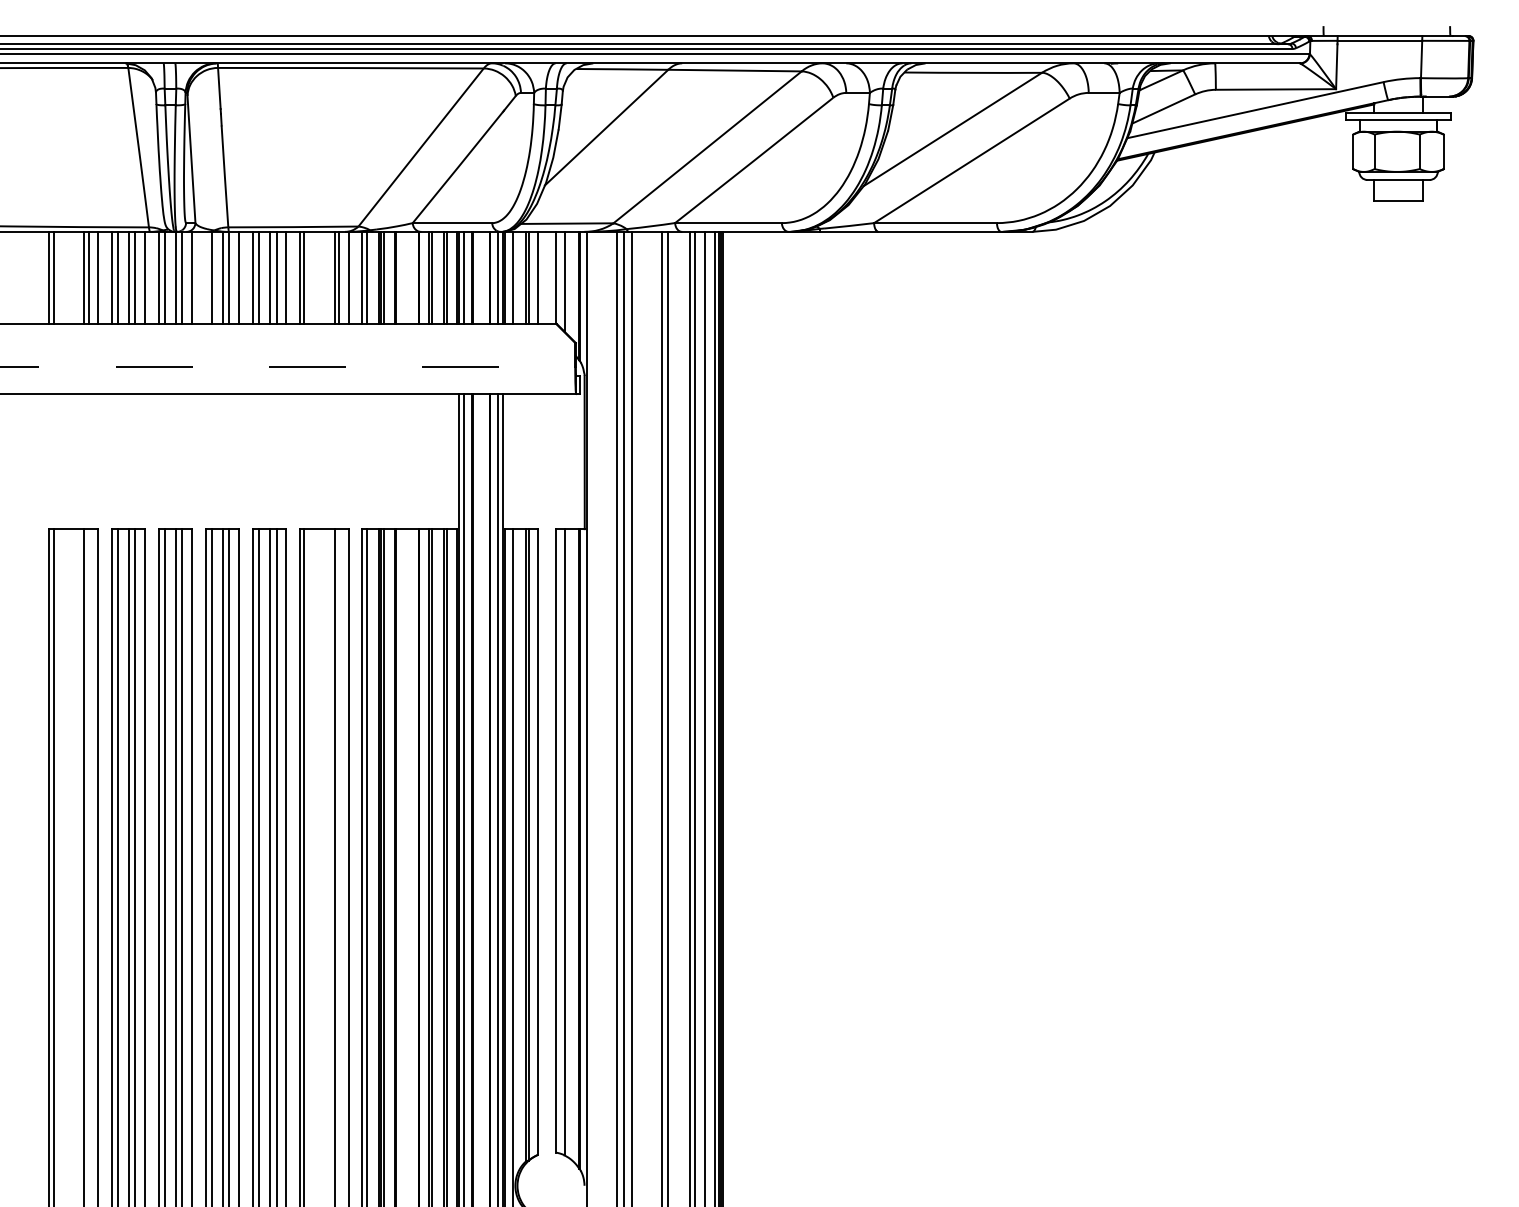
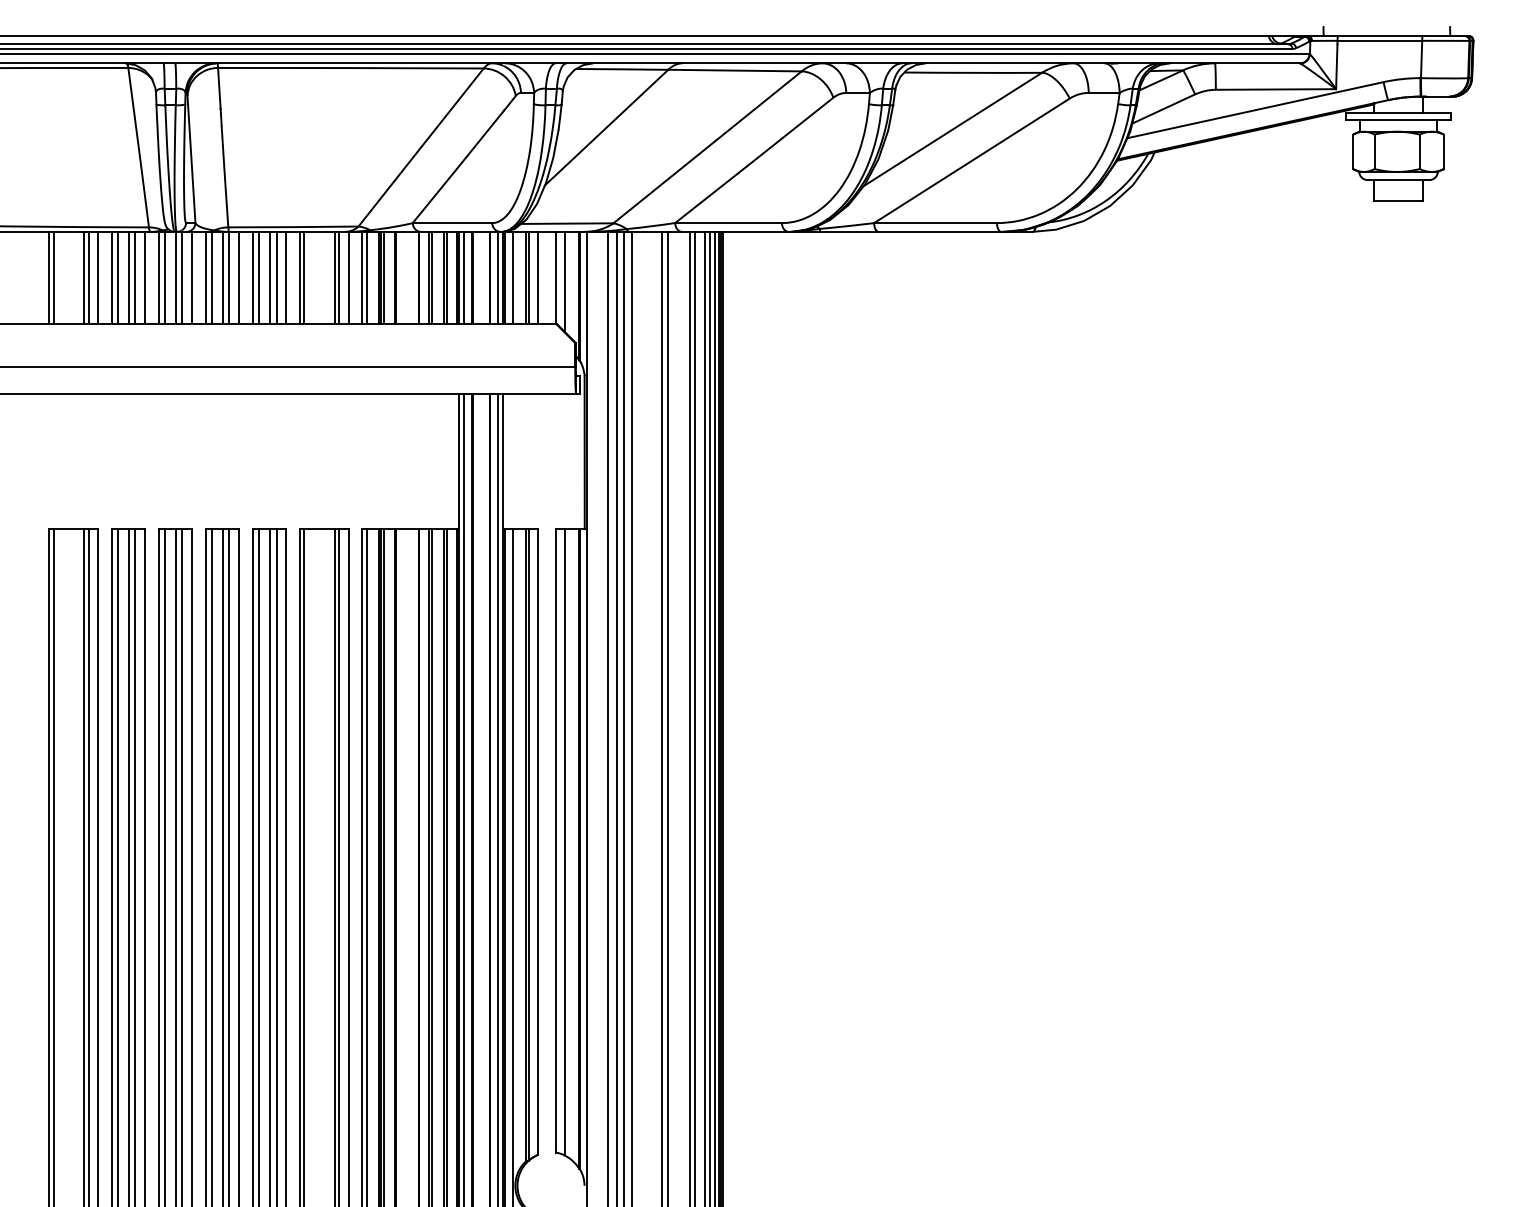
line at (205, 277): none -> present
line at (288, 366): dashed -> solid
line at (608, 717): none -> present
line at (709, 717): none -> present
line at (88, 866): none -> present
line at (339, 866): none -> present
